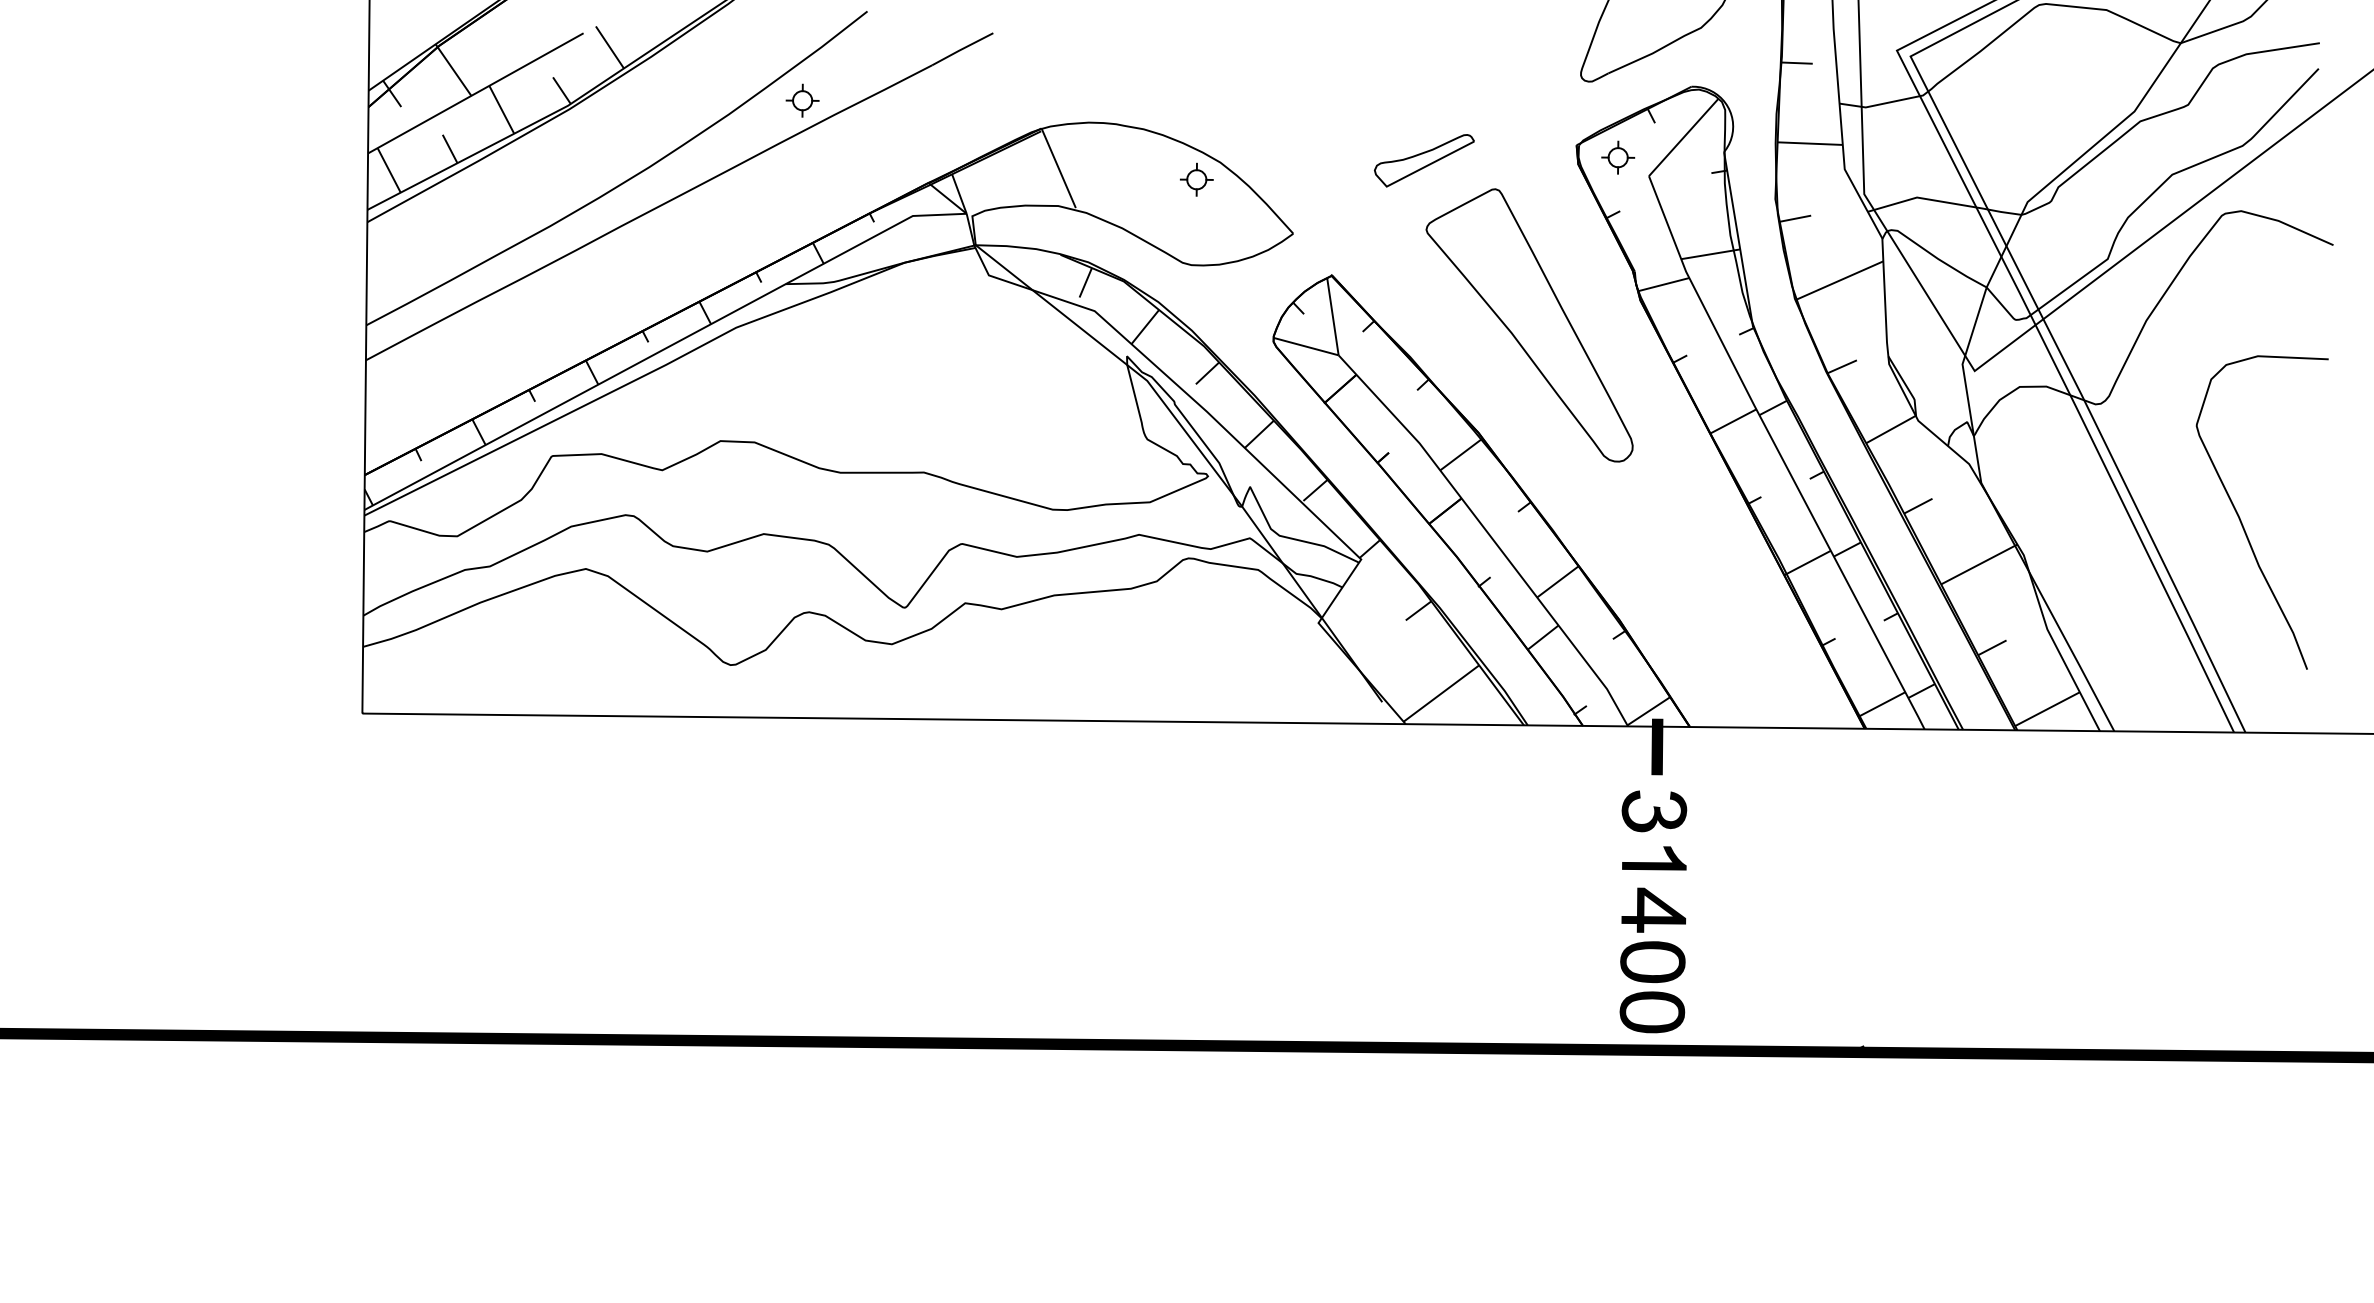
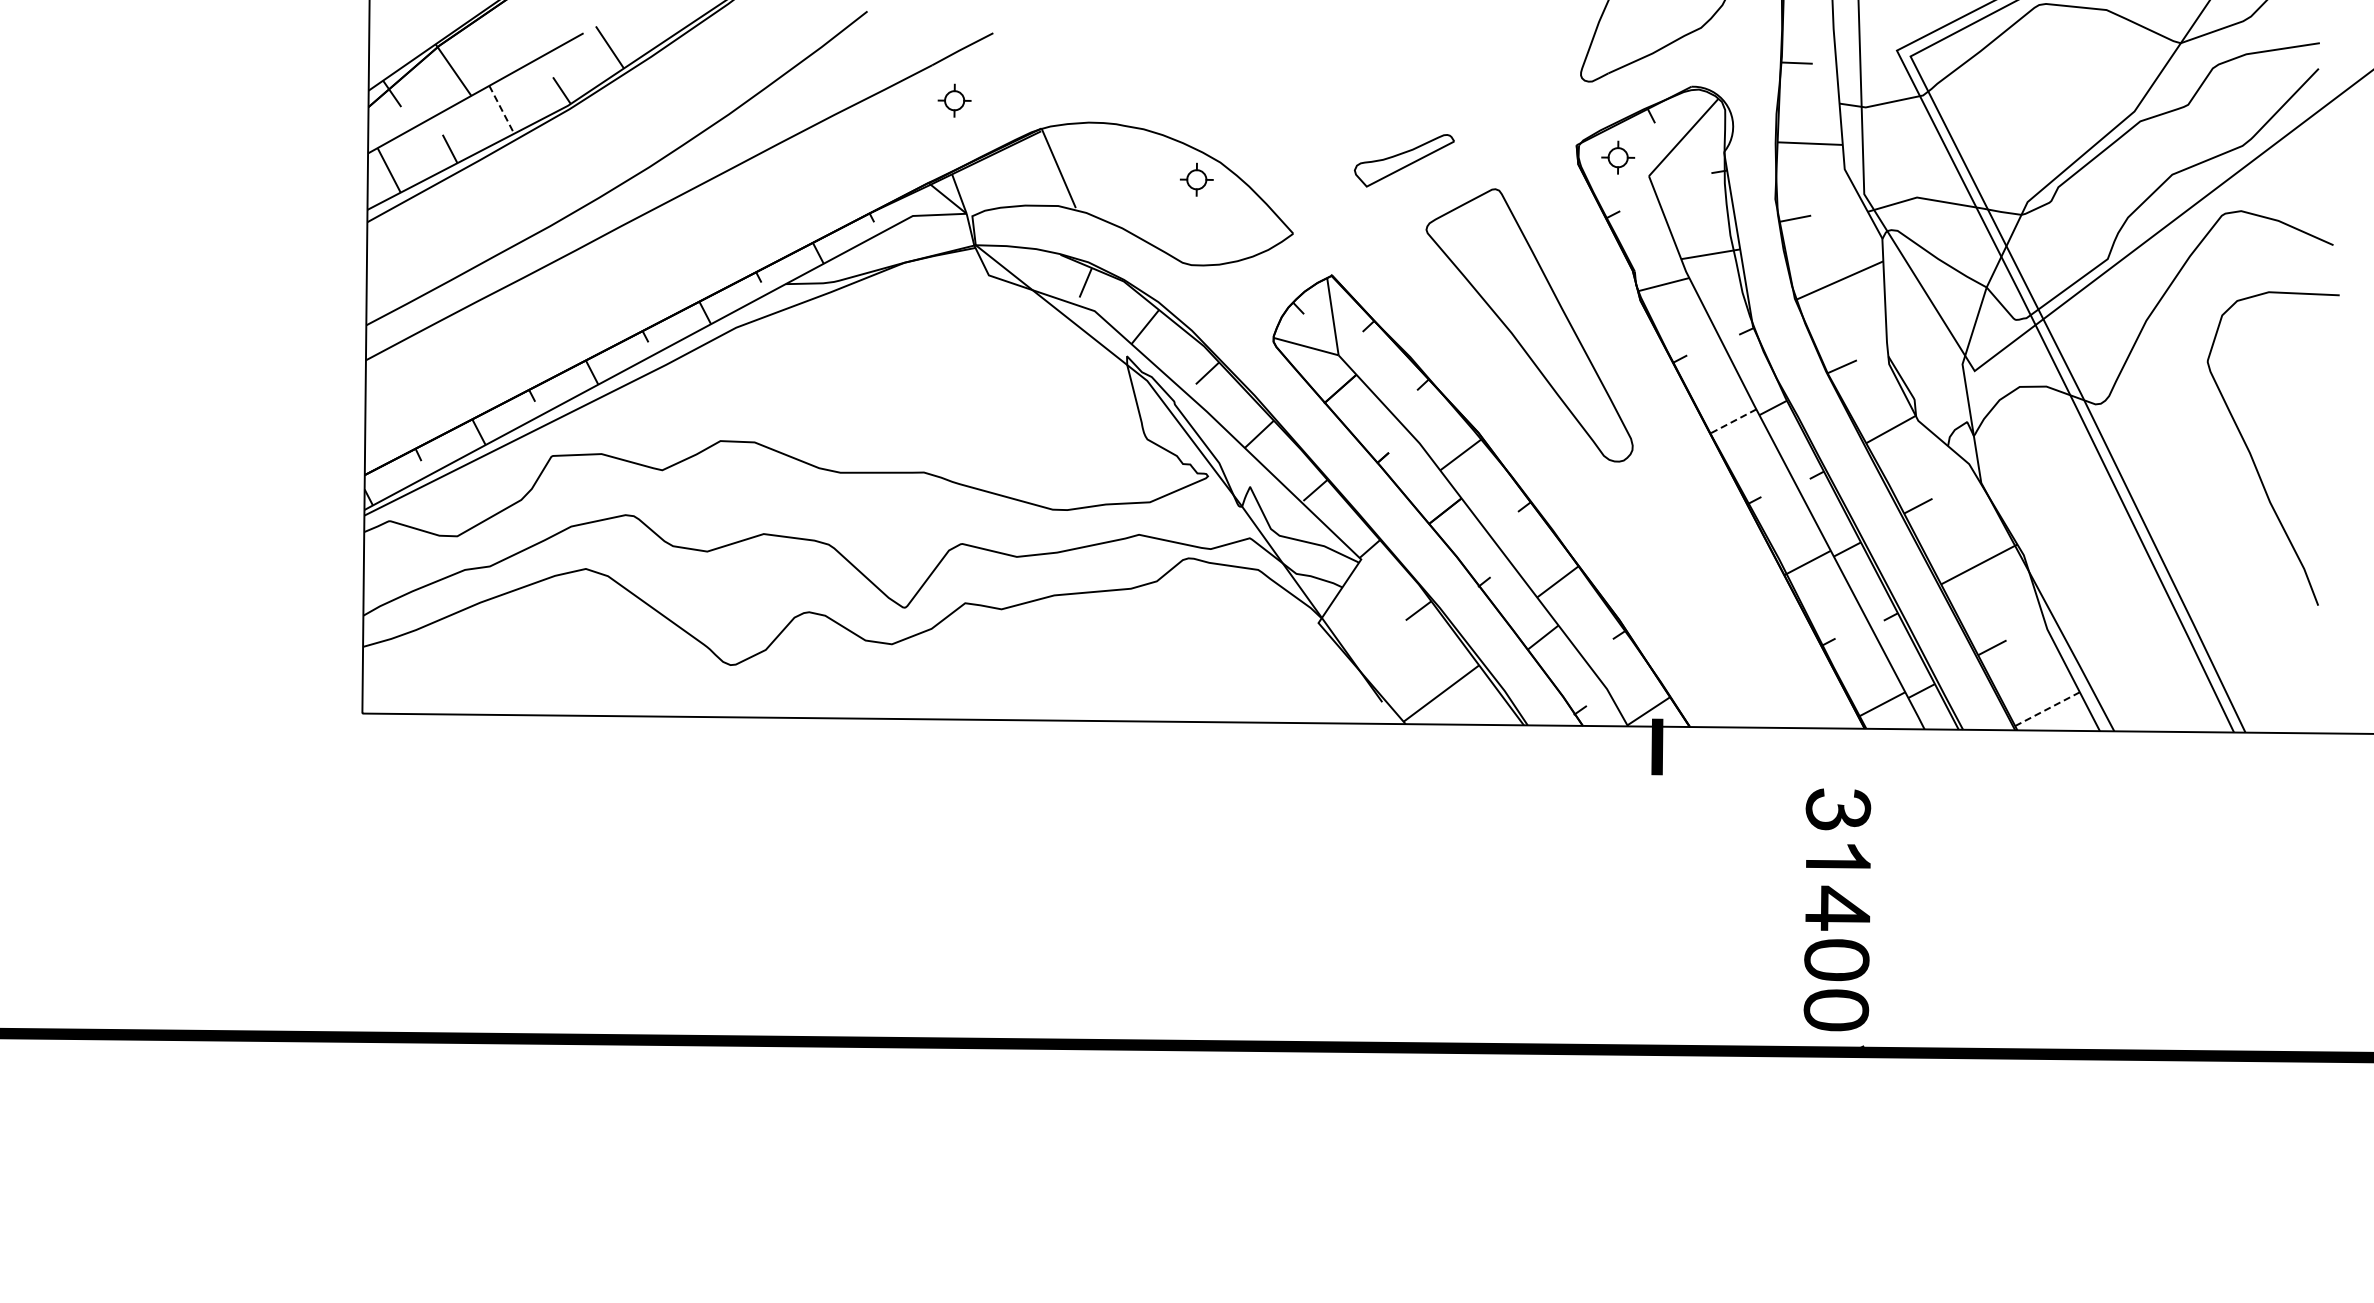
part at (802, 100) position: (802, 100) -> (954, 100)
line at (501, 109): solid -> dashed
part at (1424, 160) position: (1424, 160) -> (1404, 160)
line at (1732, 421): solid -> dashed
curve at (2242, 522) position: (2242, 522) -> (2253, 458)
line at (2047, 709): solid -> dashed
part at (1653, 911) position: (1653, 911) -> (1837, 909)
